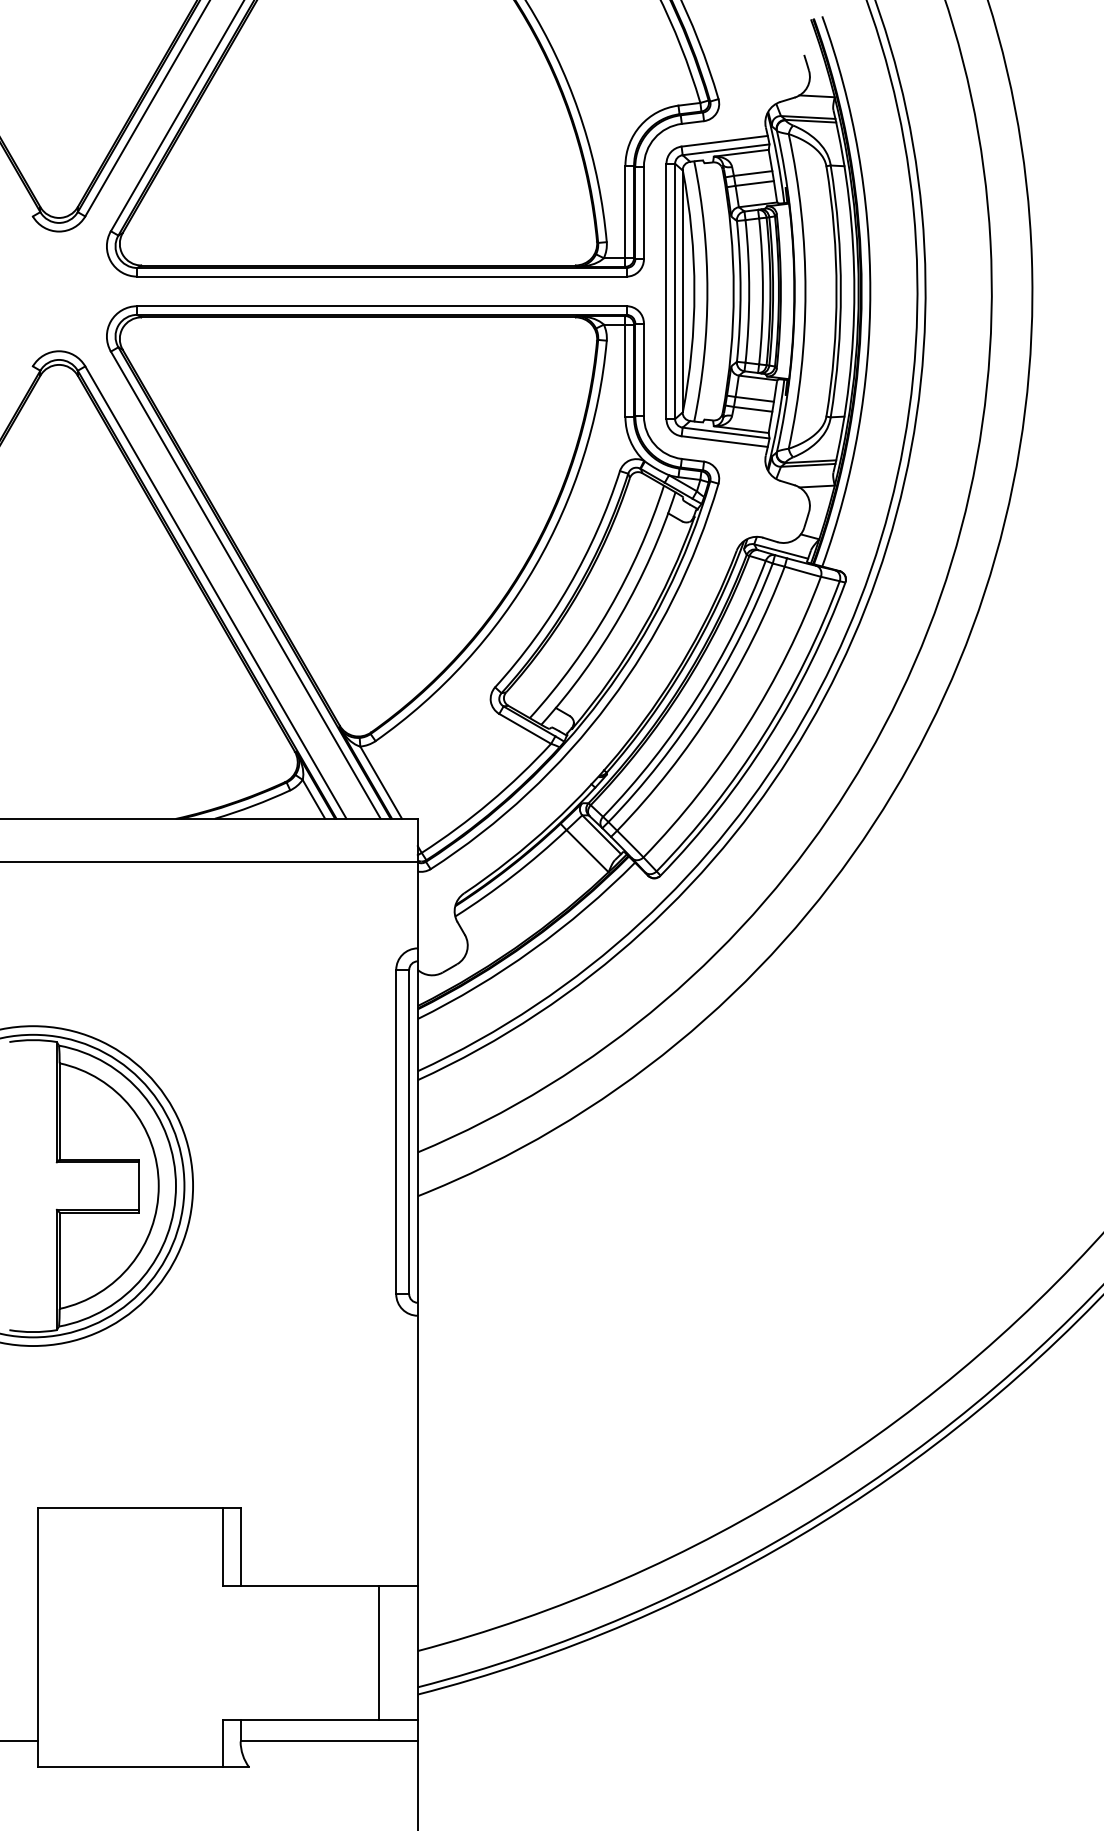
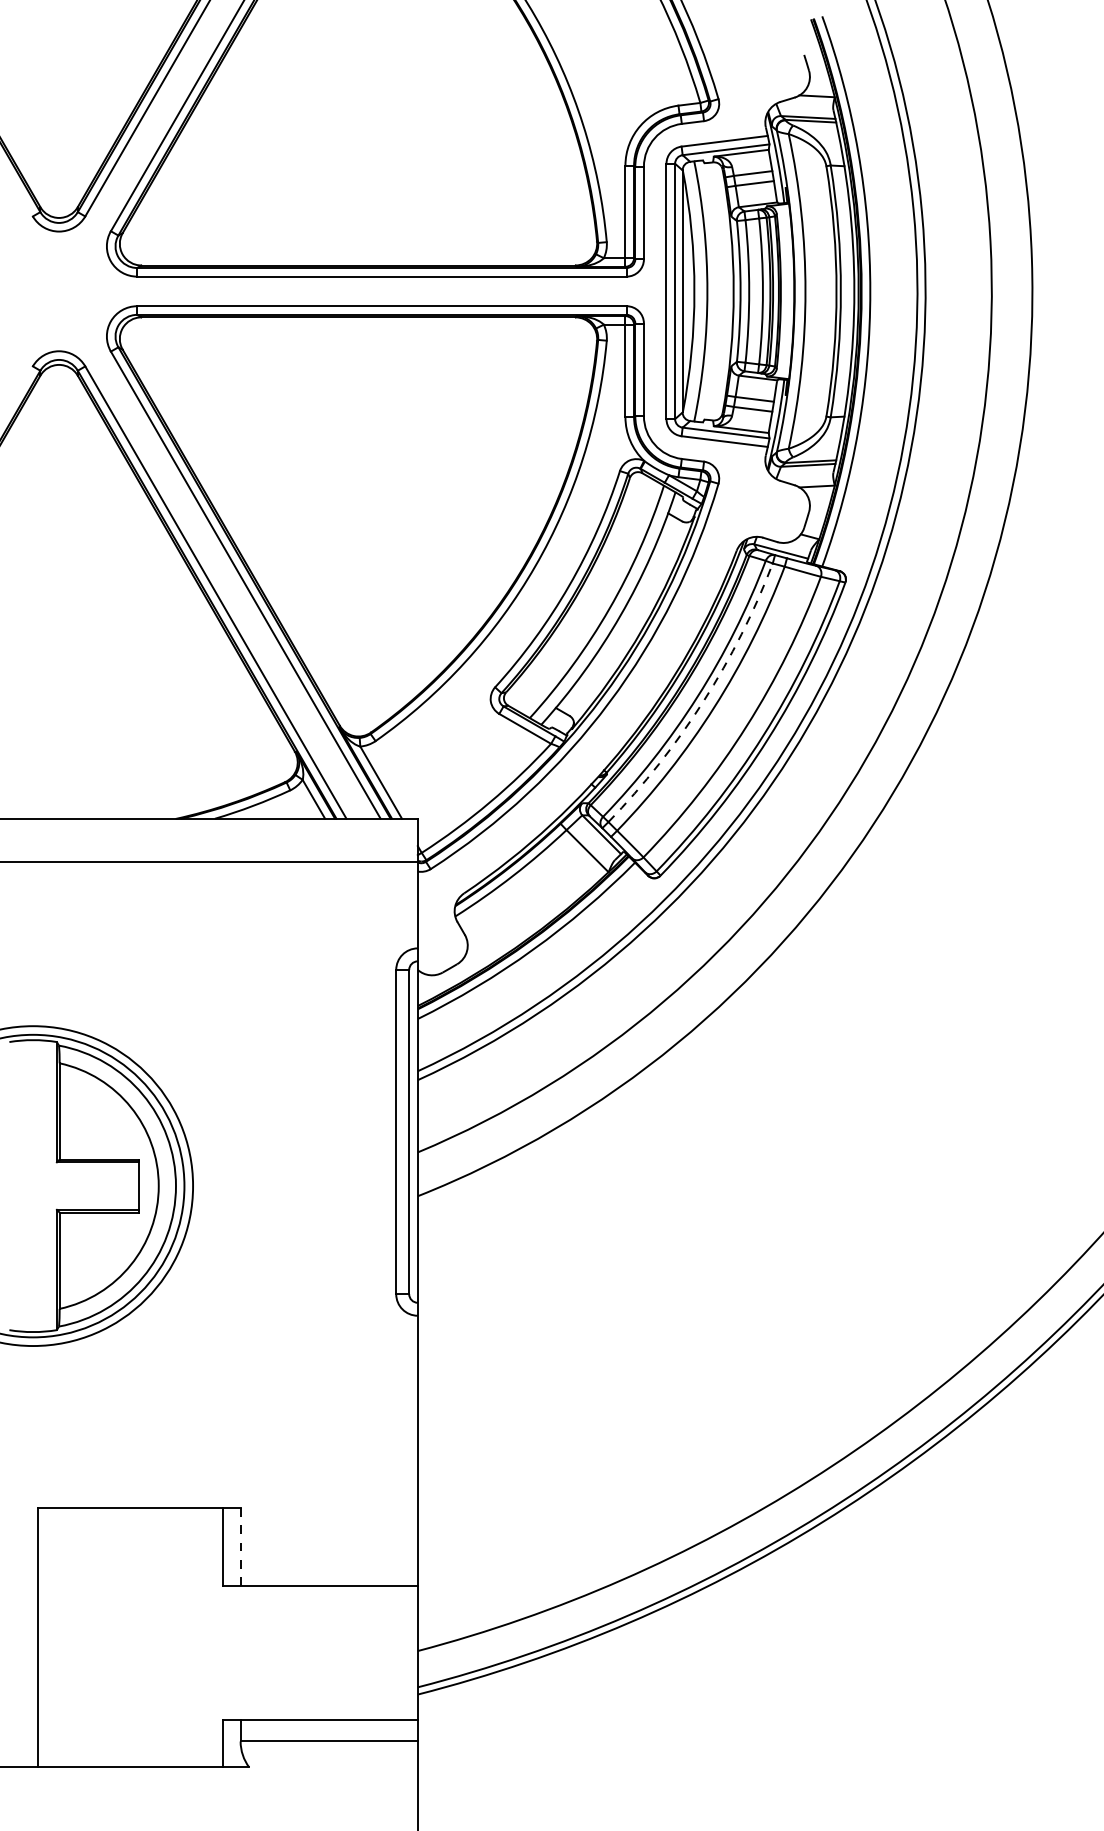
arc at (703, 701): solid -> dashed
line at (240, 1547): solid -> dashed
line at (378, 1652): present -> none
line at (19, 1741) position: (19, 1741) -> (19, 1767)
